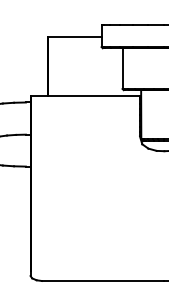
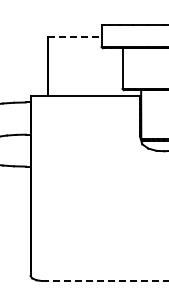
line at (74, 37): solid -> dashed
line at (103, 281): solid -> dashed
